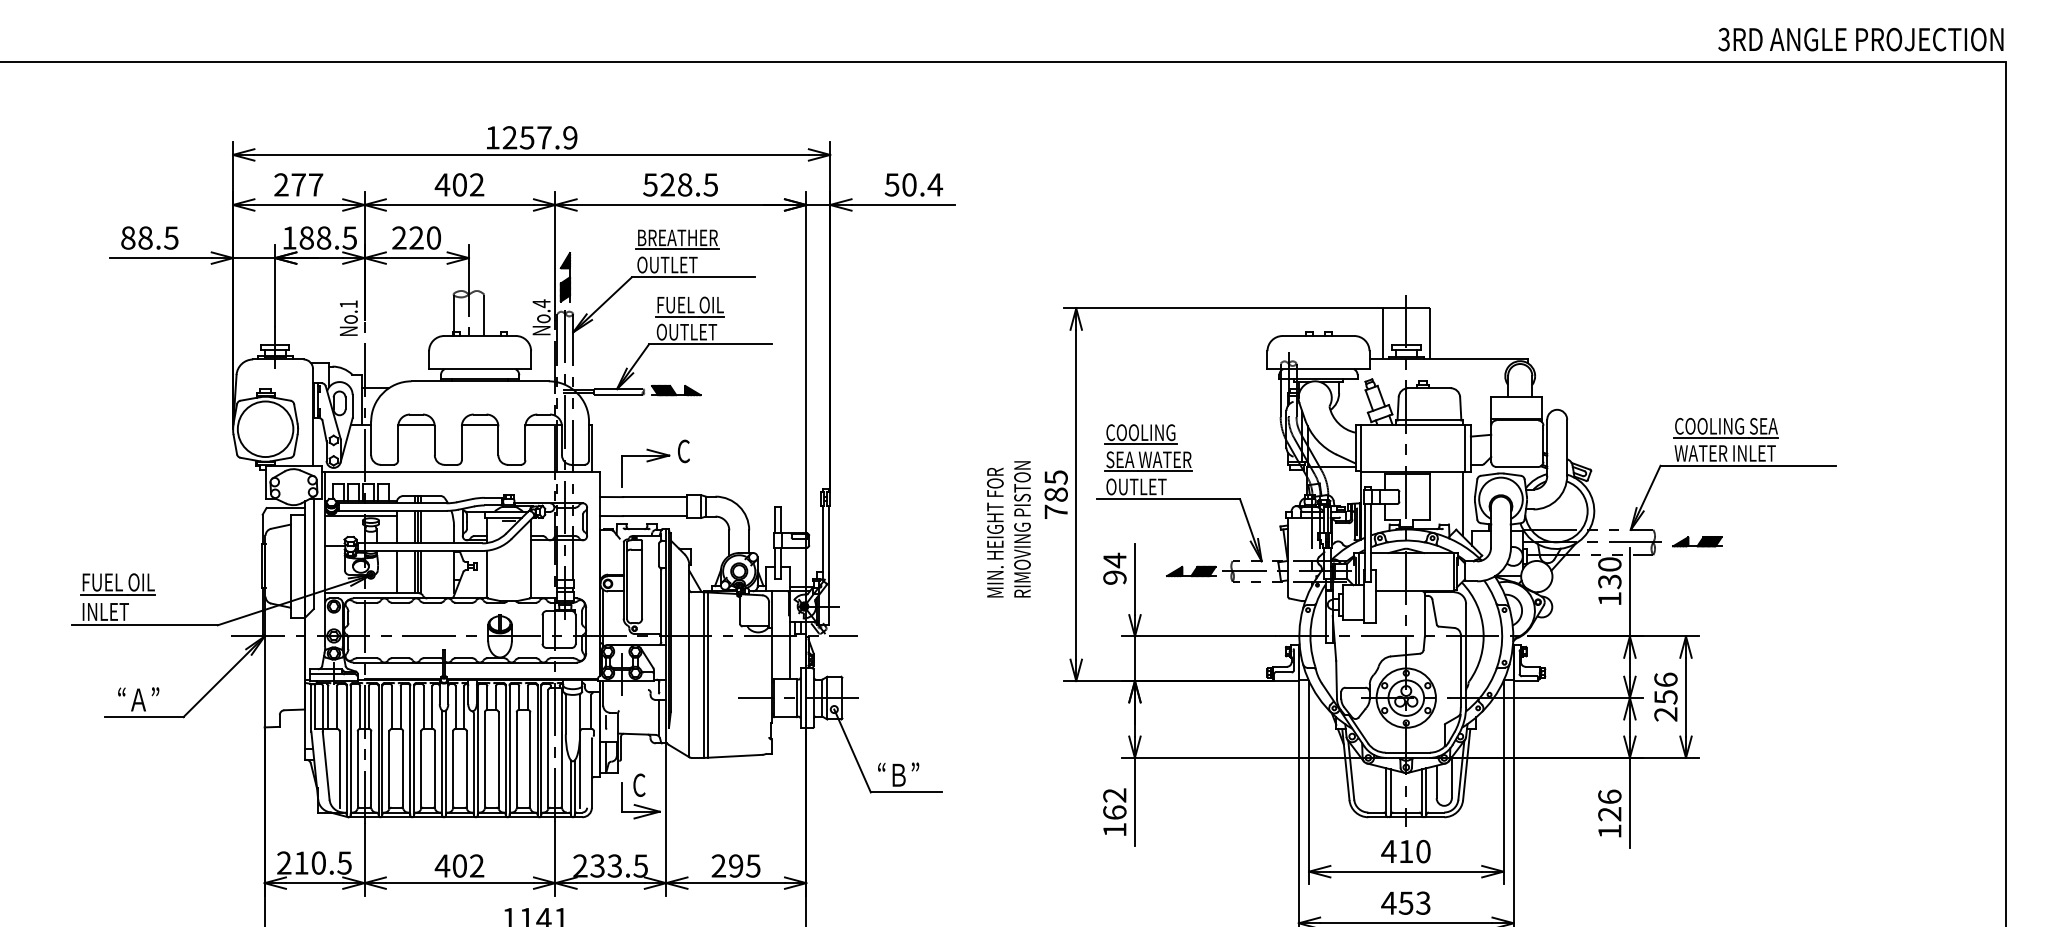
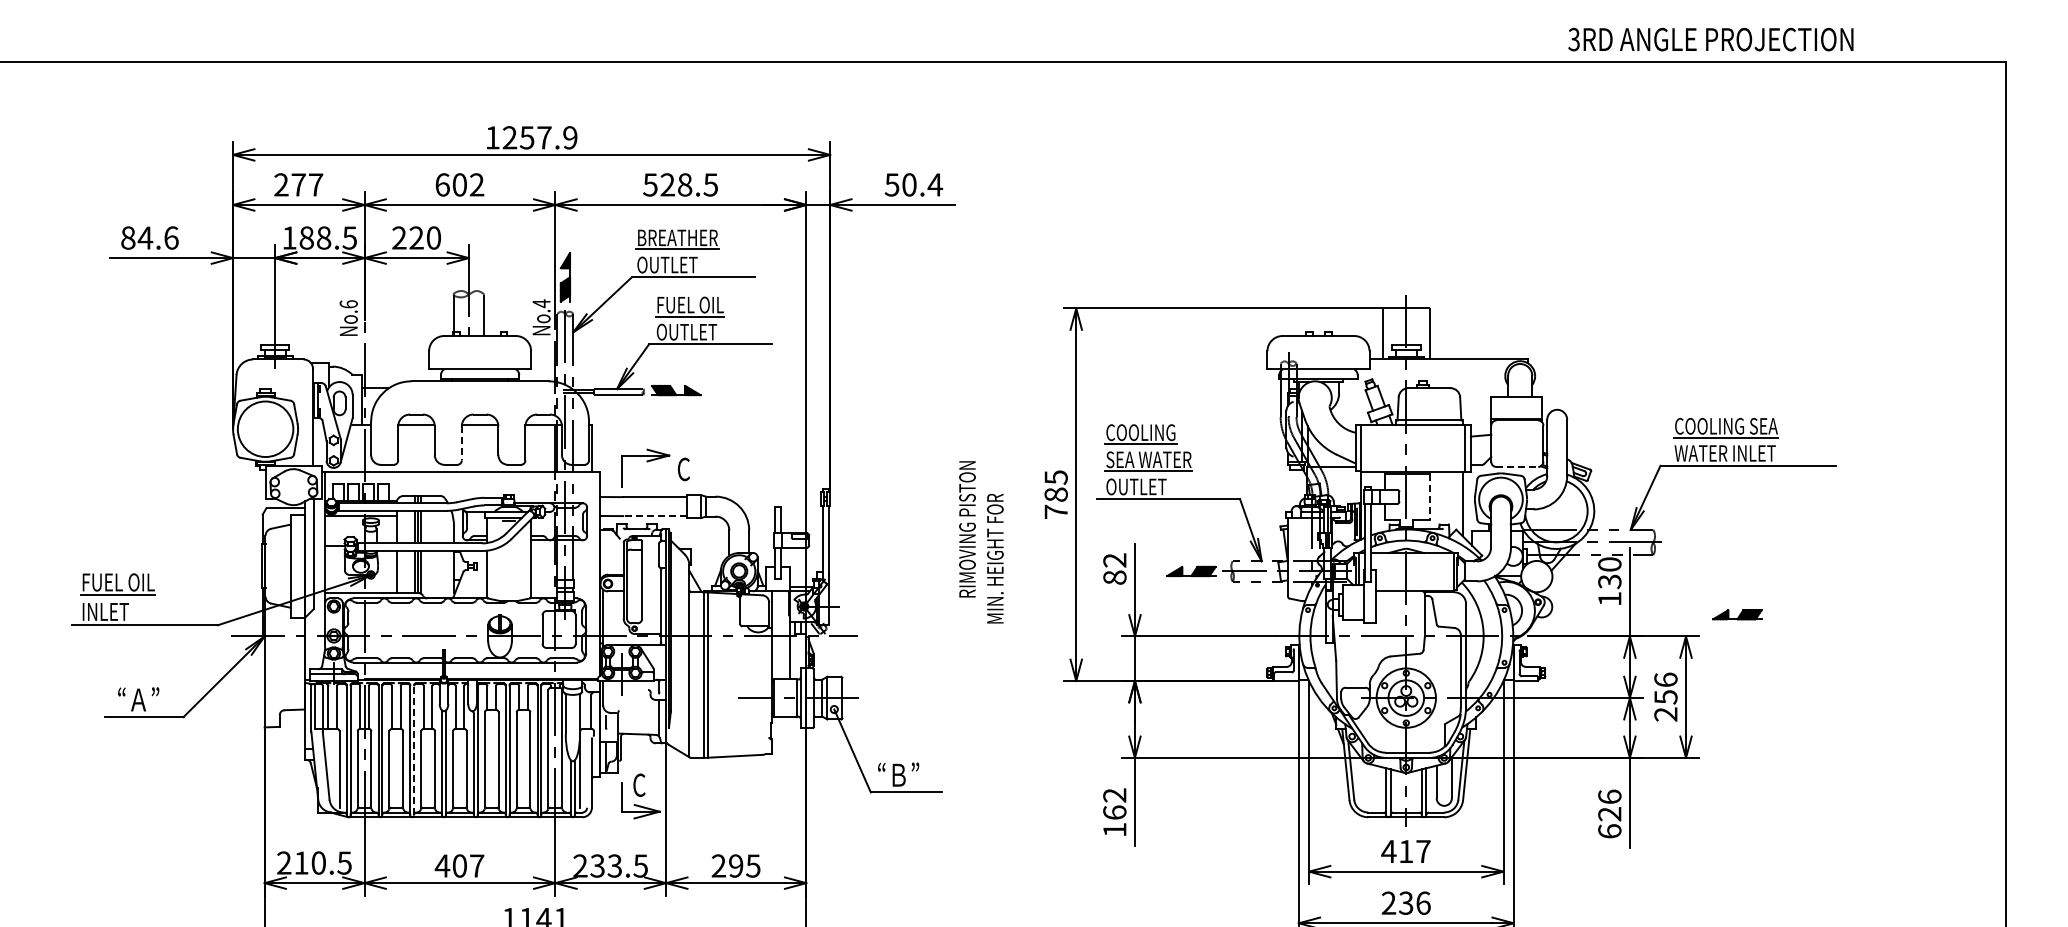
text at (1860, 39) position: (1860, 39) -> (1710, 39)
text at (442, 184): 402 -> 602
text at (157, 237): 88.5 -> 84.6
text at (348, 304): No.1 -> No.6
line at (461, 443): solid -> dashed
text at (683, 451) position: (683, 451) -> (683, 469)
line at (1517, 467): solid -> dashed
line at (1430, 497): solid -> dashed
line at (655, 516): solid -> dashed
text at (1022, 529) position: (1022, 529) -> (967, 529)
text at (995, 532) position: (995, 532) -> (995, 558)
part at (1697, 541) position: (1697, 541) -> (1737, 614)
text at (1114, 568): 94 -> 82
line at (414, 749): solid -> dashed
text at (1609, 831): 126 -> 626
text at (1423, 851): 410 -> 417
text at (477, 865): 402 -> 407
text at (1405, 902): 453 -> 236
